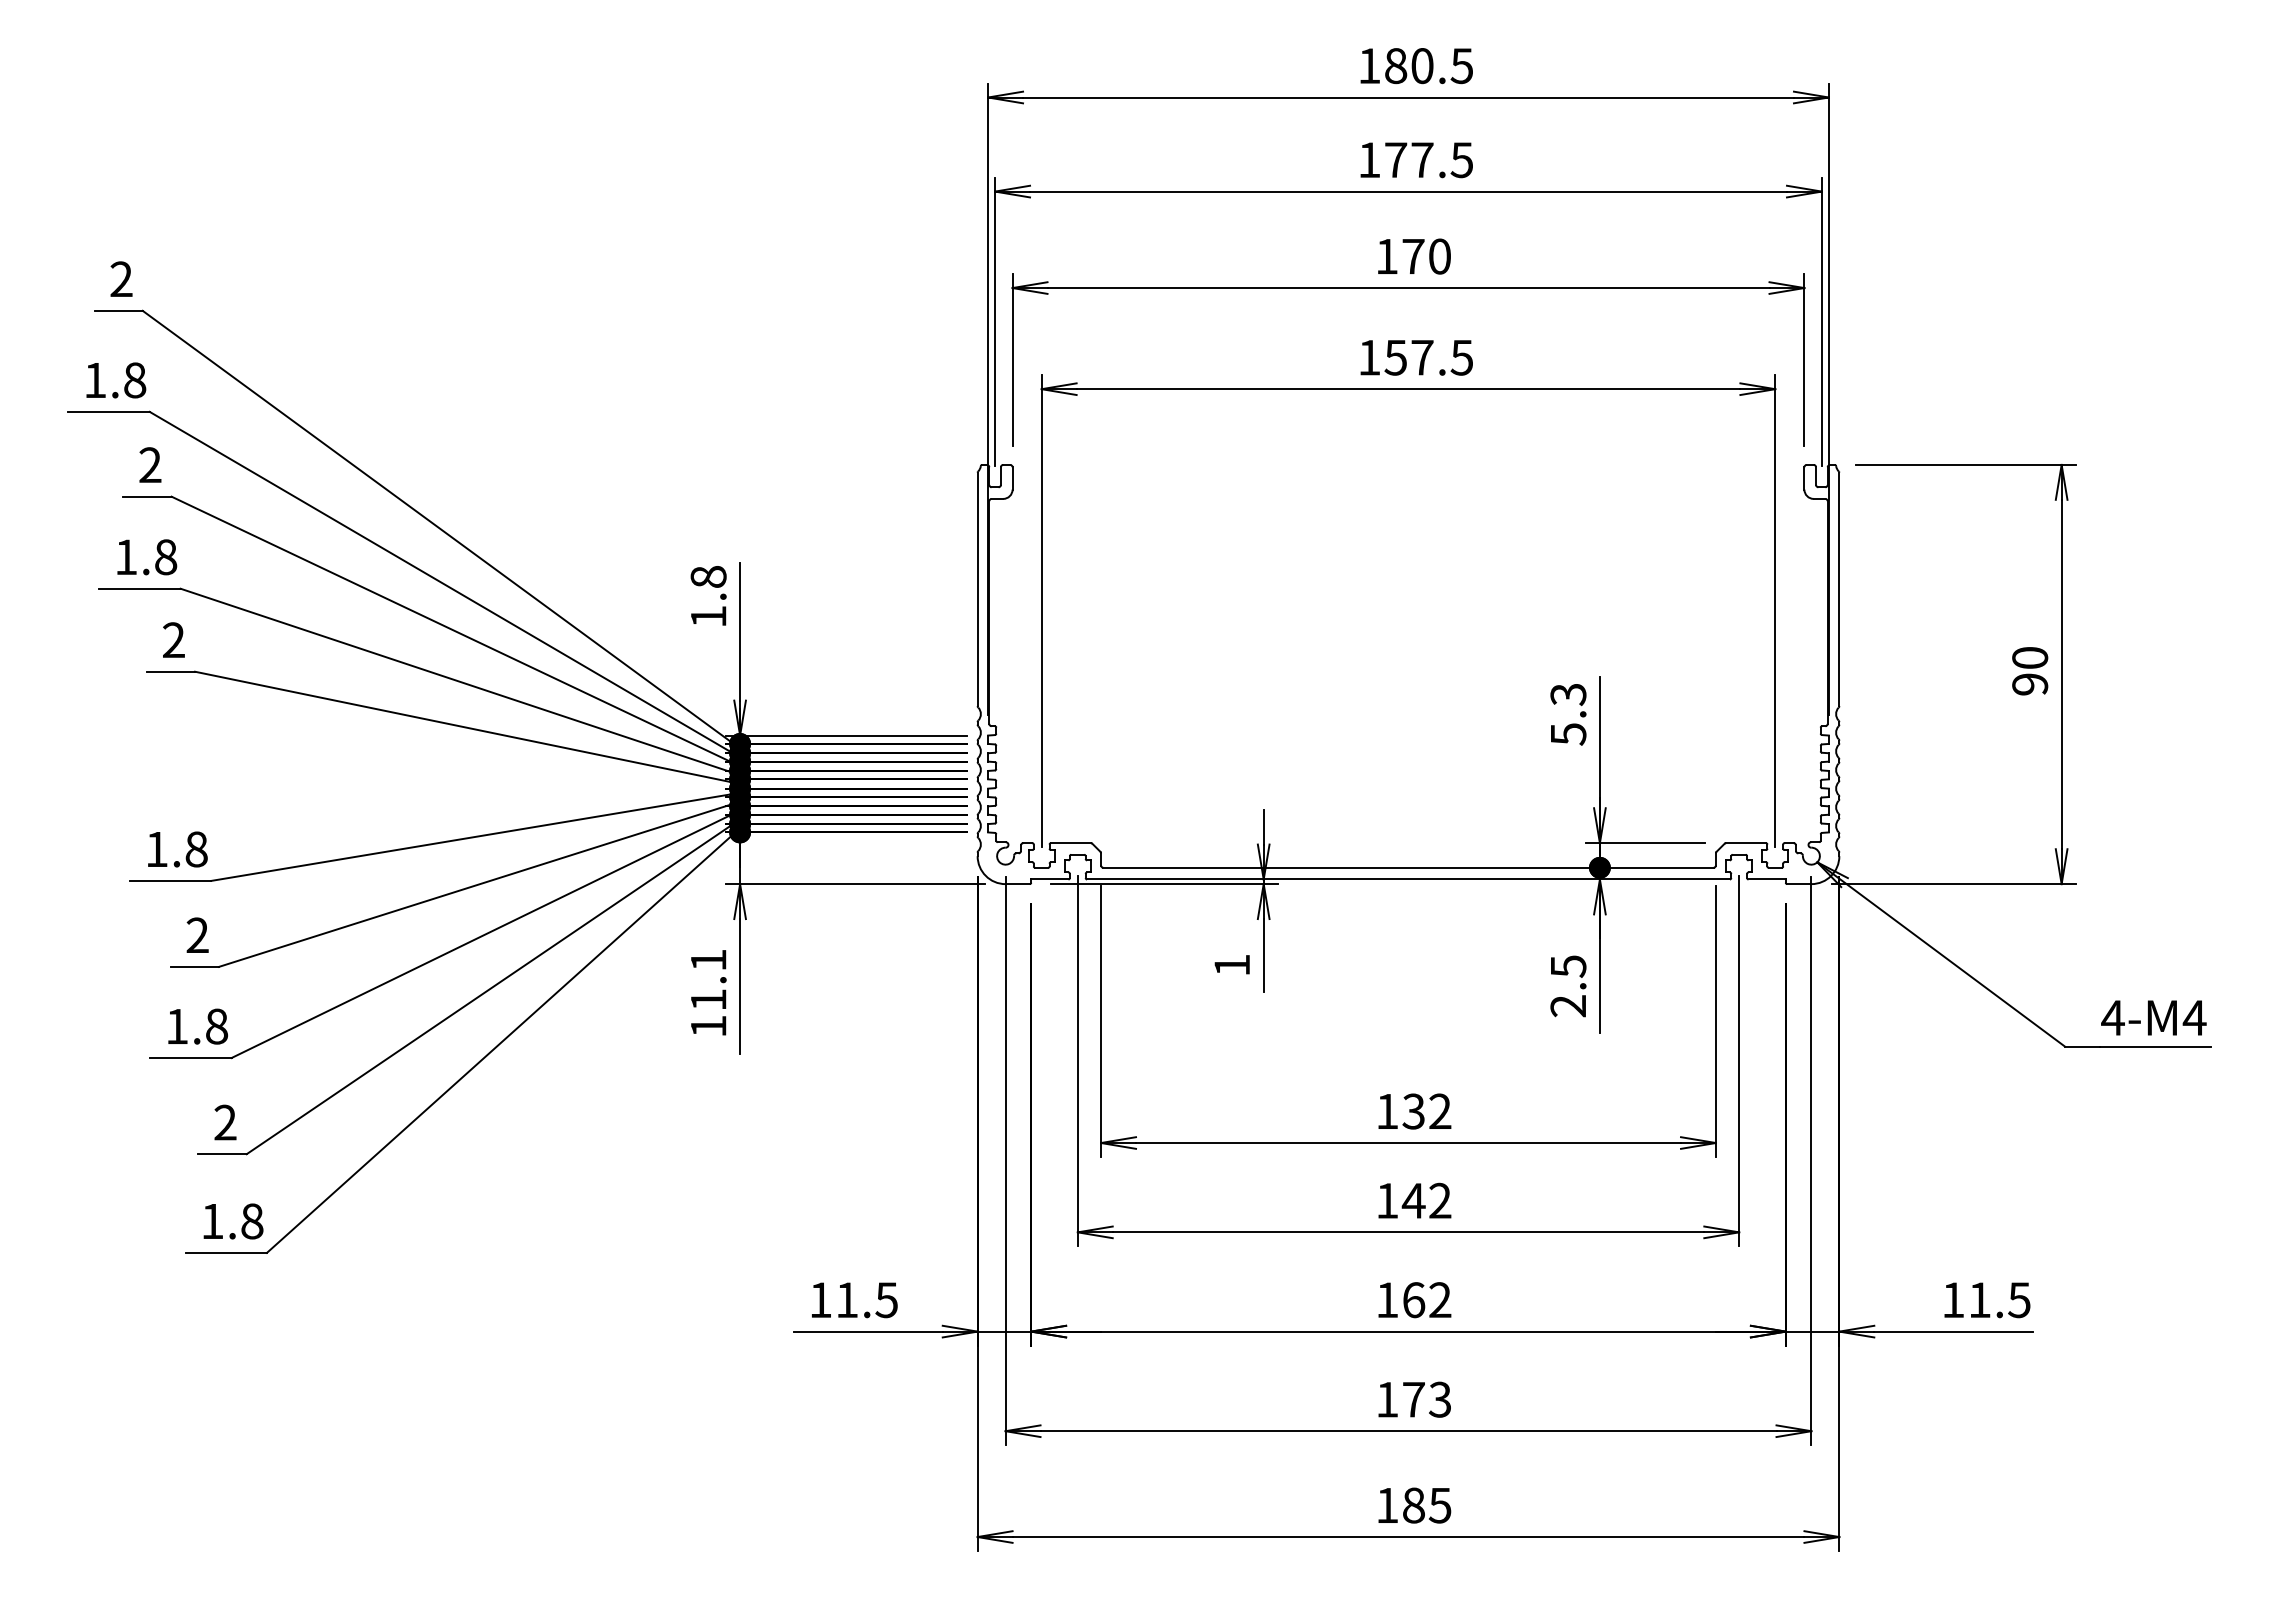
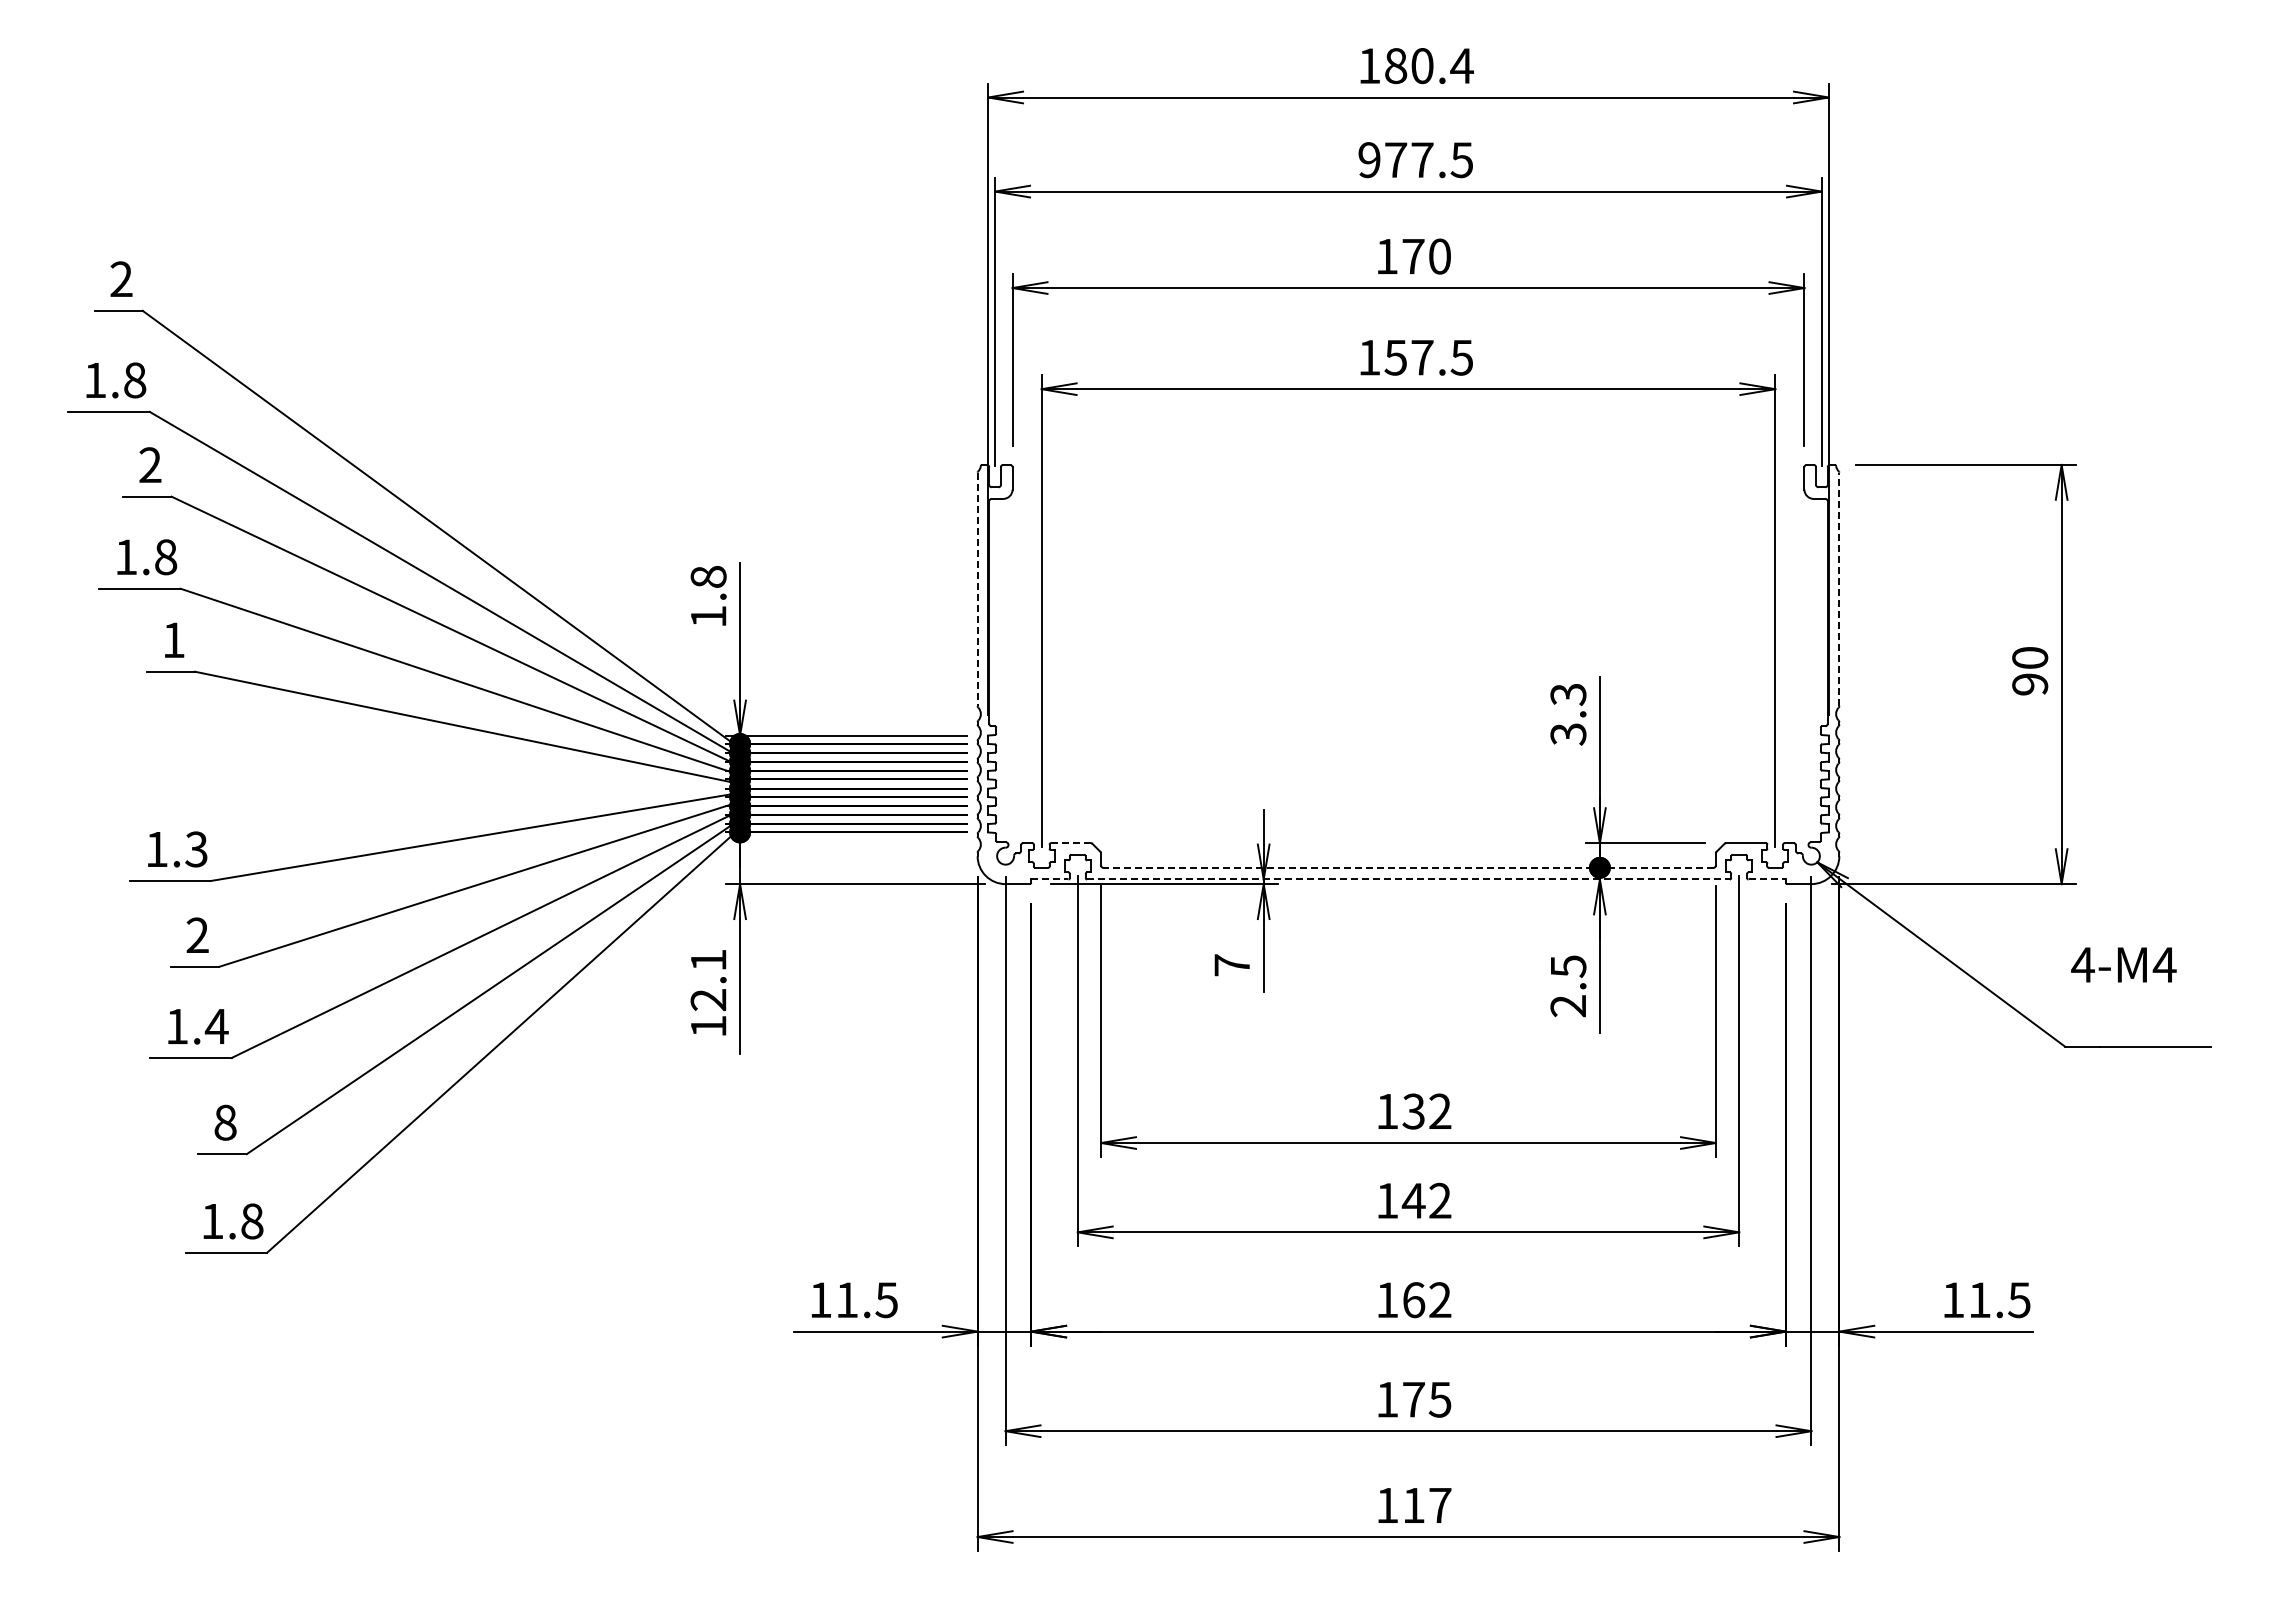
text at (1461, 66): 180.5 -> 180.4
text at (1369, 160): 177.5 -> 977.5
line at (977, 589): solid -> dashed
line at (1839, 589): solid -> dashed
text at (173, 639): 2 -> 1
text at (1568, 734): 5.3 -> 3.3
line at (1070, 843): solid -> dashed
text at (196, 849): 1.8 -> 1.3
line at (1408, 867): solid -> dashed
line at (1049, 879): solid -> dashed
line at (1409, 879): solid -> dashed
line at (1767, 879): solid -> dashed
text at (1231, 965): 1 -> 7
text at (708, 999): 11.1 -> 12.1
text at (2153, 1017) position: (2153, 1017) -> (2123, 964)
text at (216, 1026): 1.8 -> 1.4
text at (225, 1122): 2 -> 8
text at (1440, 1399): 173 -> 175
text at (1427, 1505): 185 -> 117
